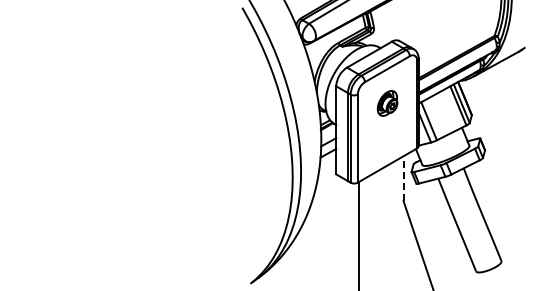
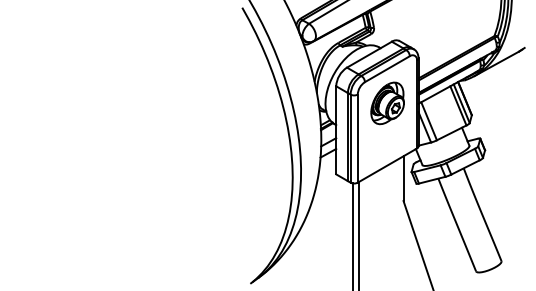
part at (387, 103) size: 23x27 px -> 35x45 px
line at (403, 178): dashed -> solid
line at (353, 235): none -> present
